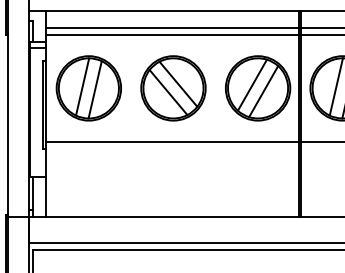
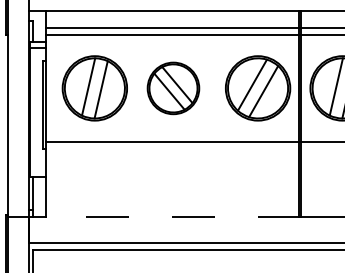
part at (88, 88) position: (88, 88) -> (94, 88)
part at (173, 88) size: 67x67 px -> 55x55 px
line at (173, 217): solid -> dashed
